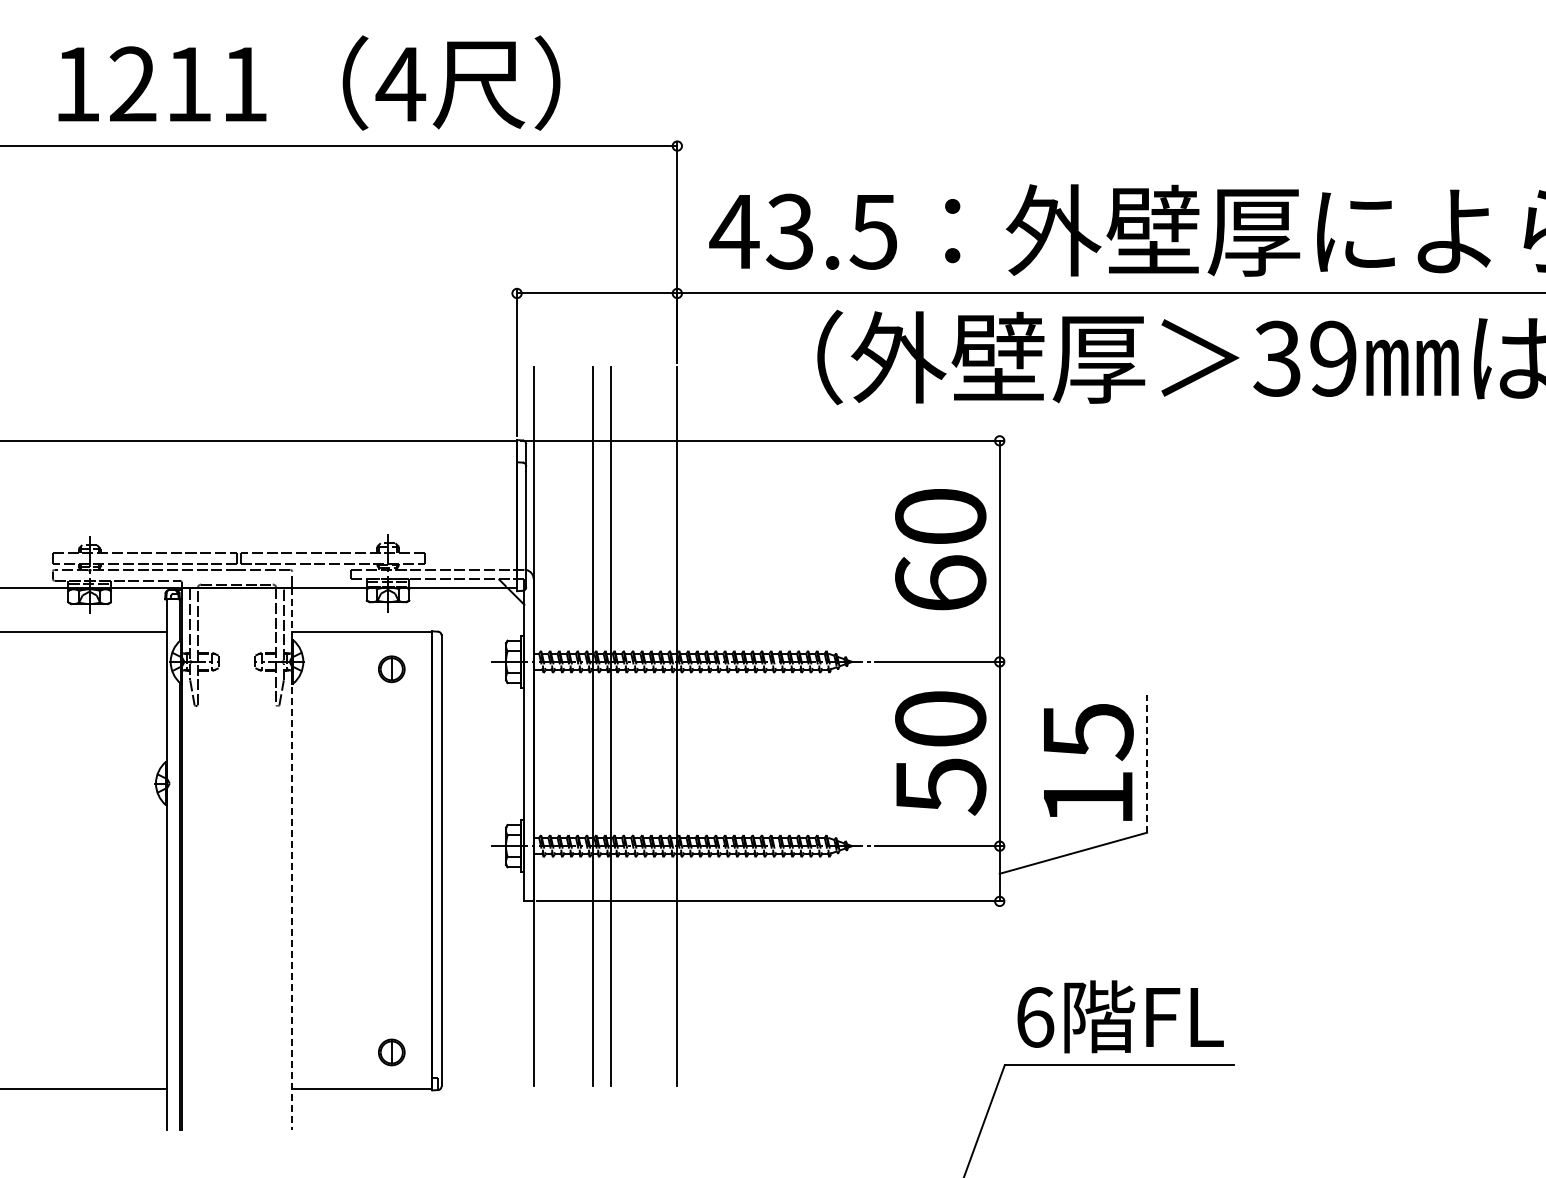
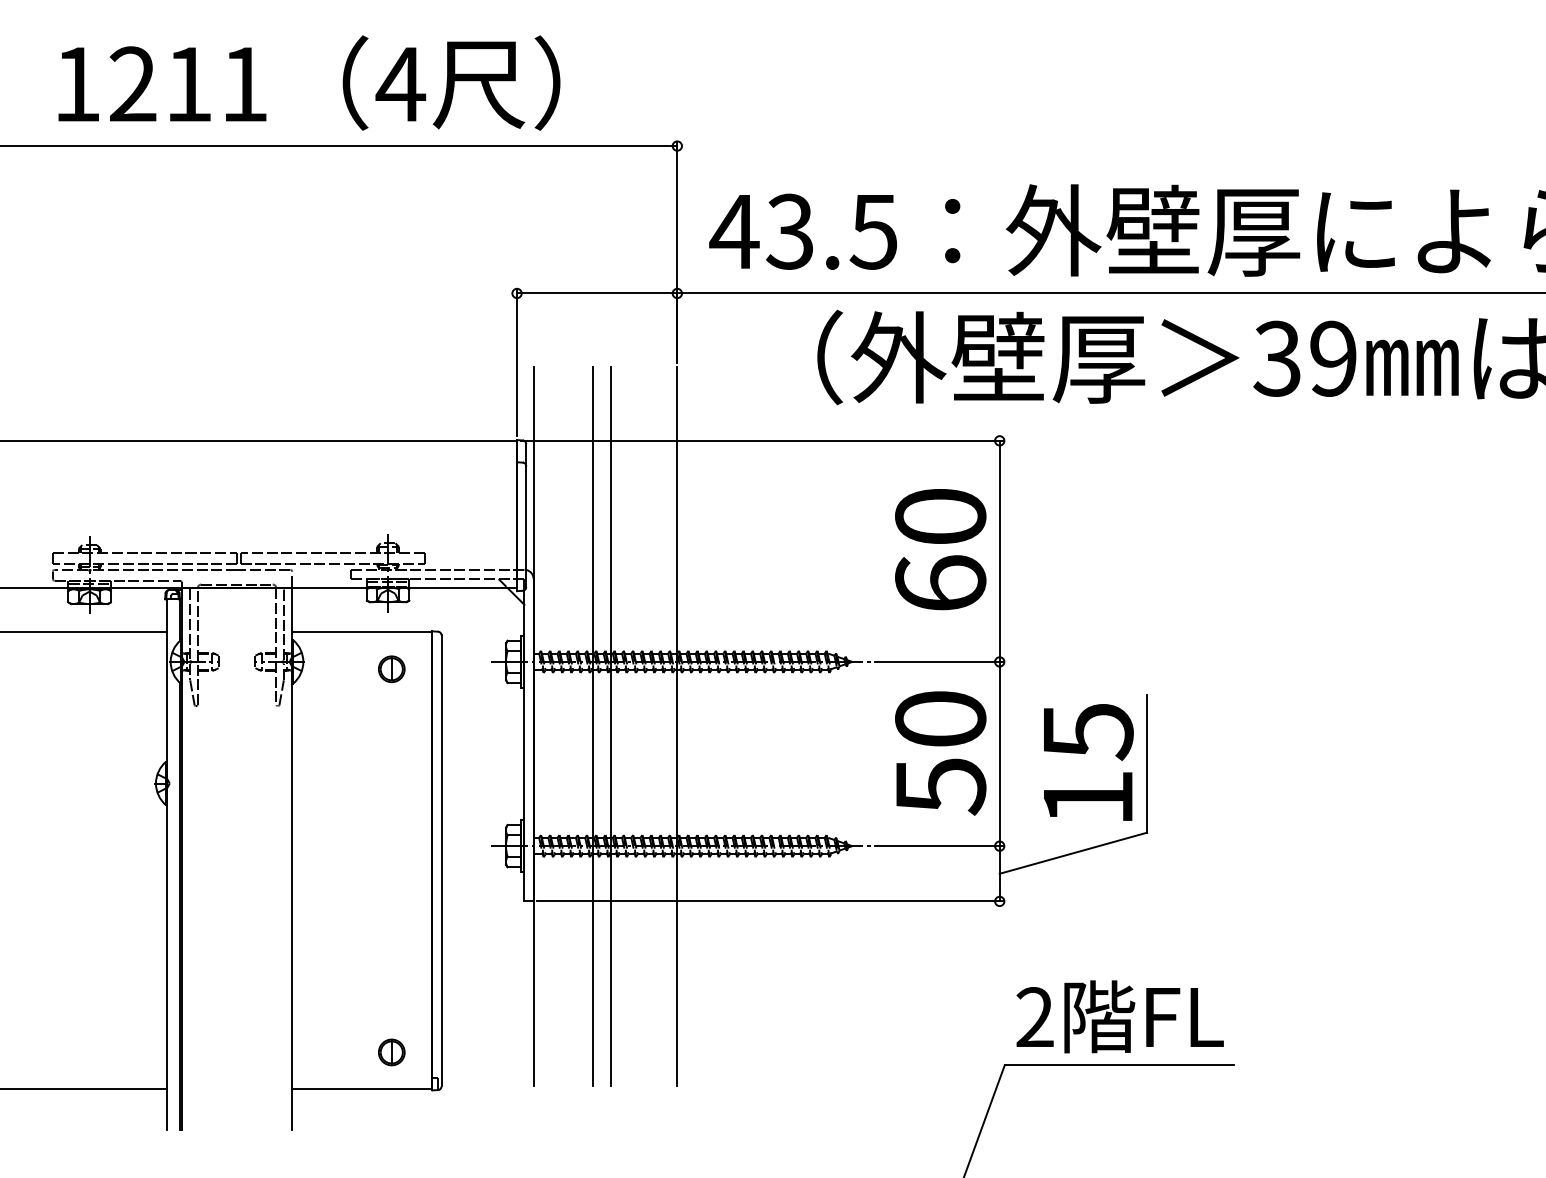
line at (1147, 763): dashed -> solid
line at (292, 859): dashed -> solid
text at (1035, 1017): 6 -> 2
